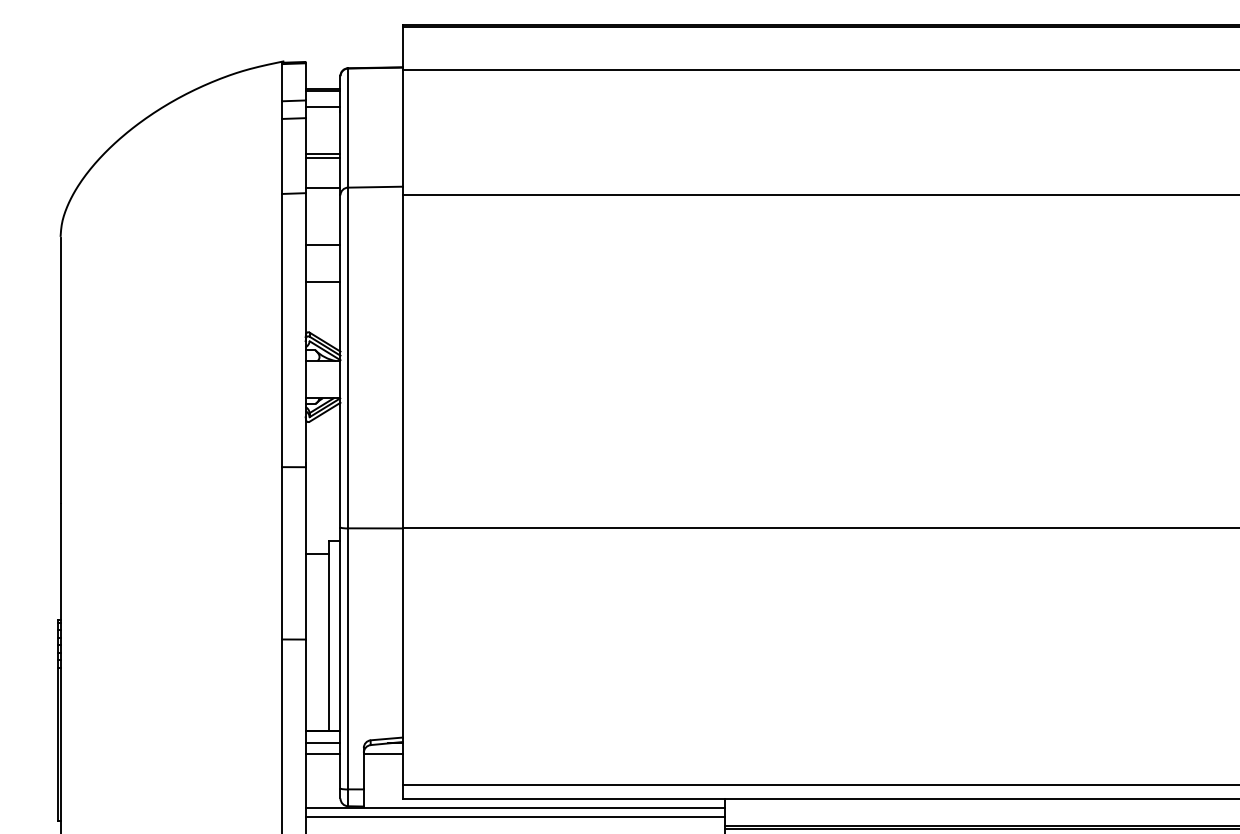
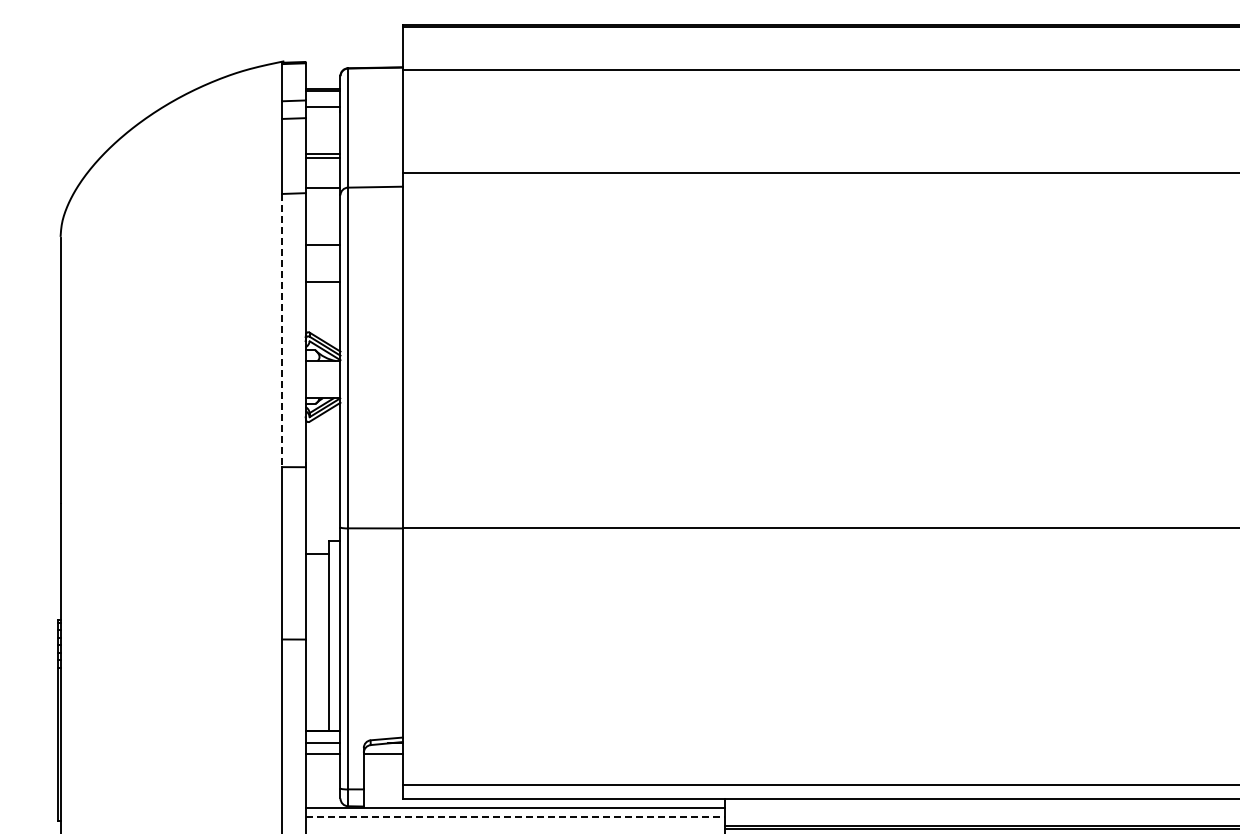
line at (819, 194) position: (819, 194) -> (819, 172)
line at (282, 330): solid -> dashed
line at (515, 817): solid -> dashed
